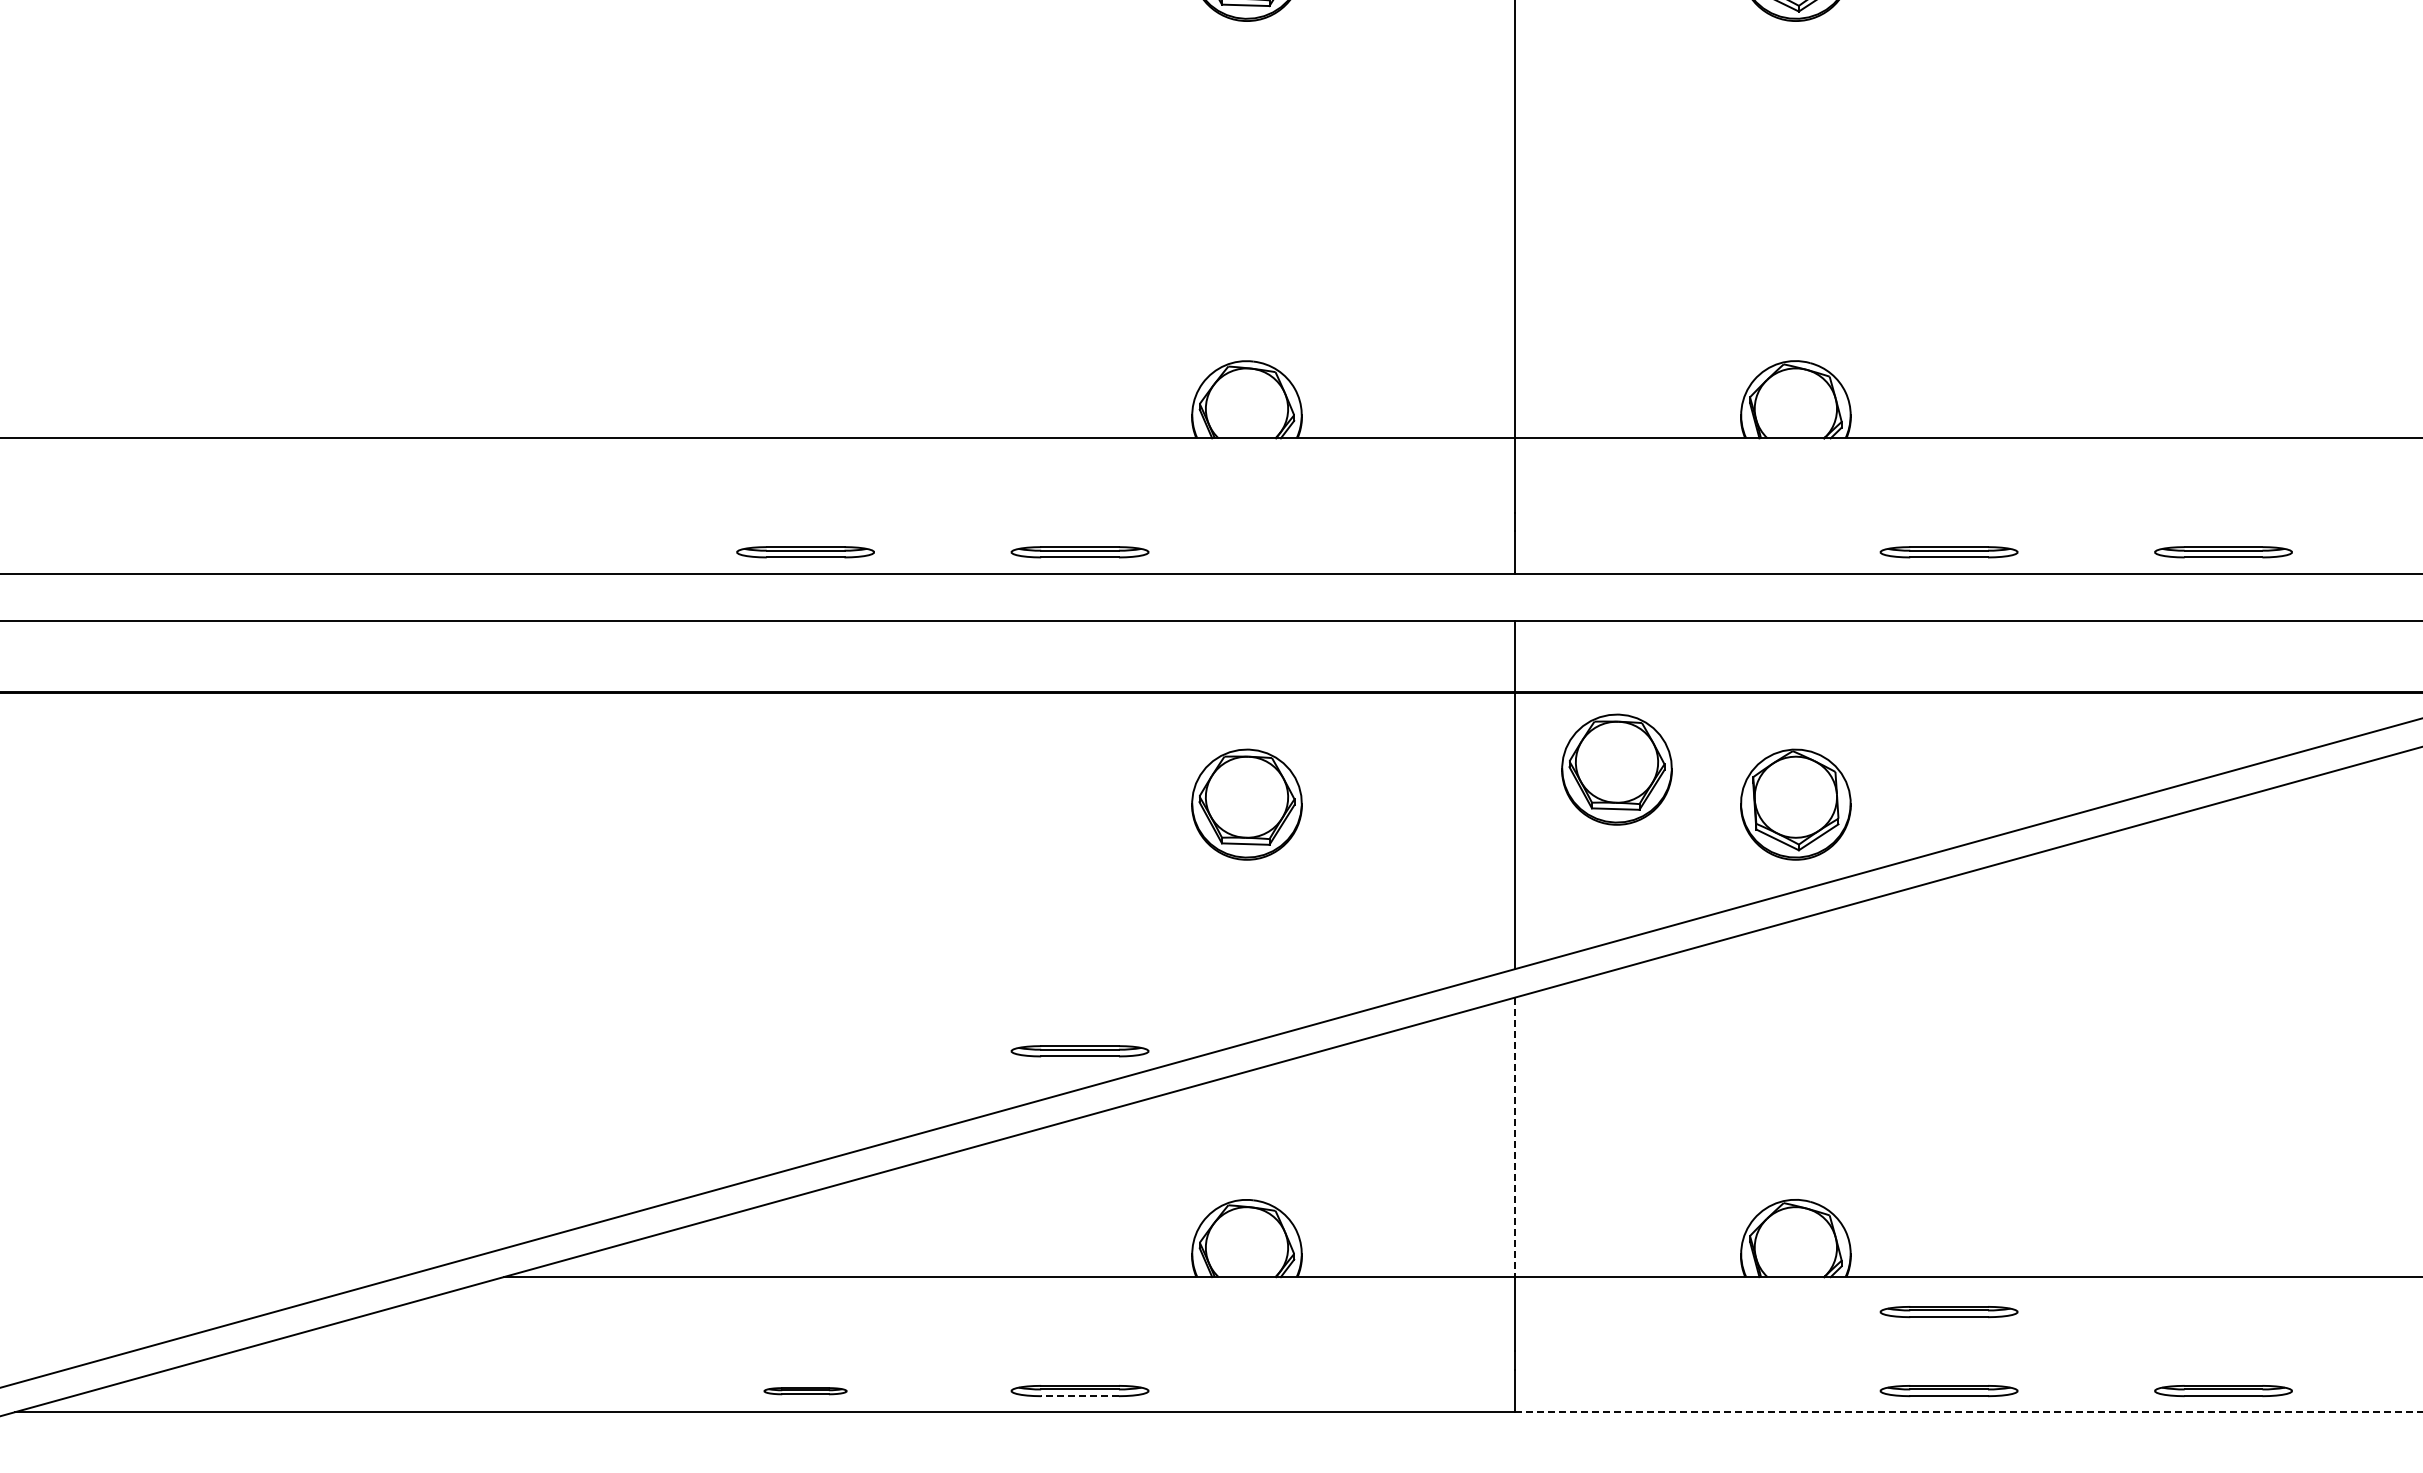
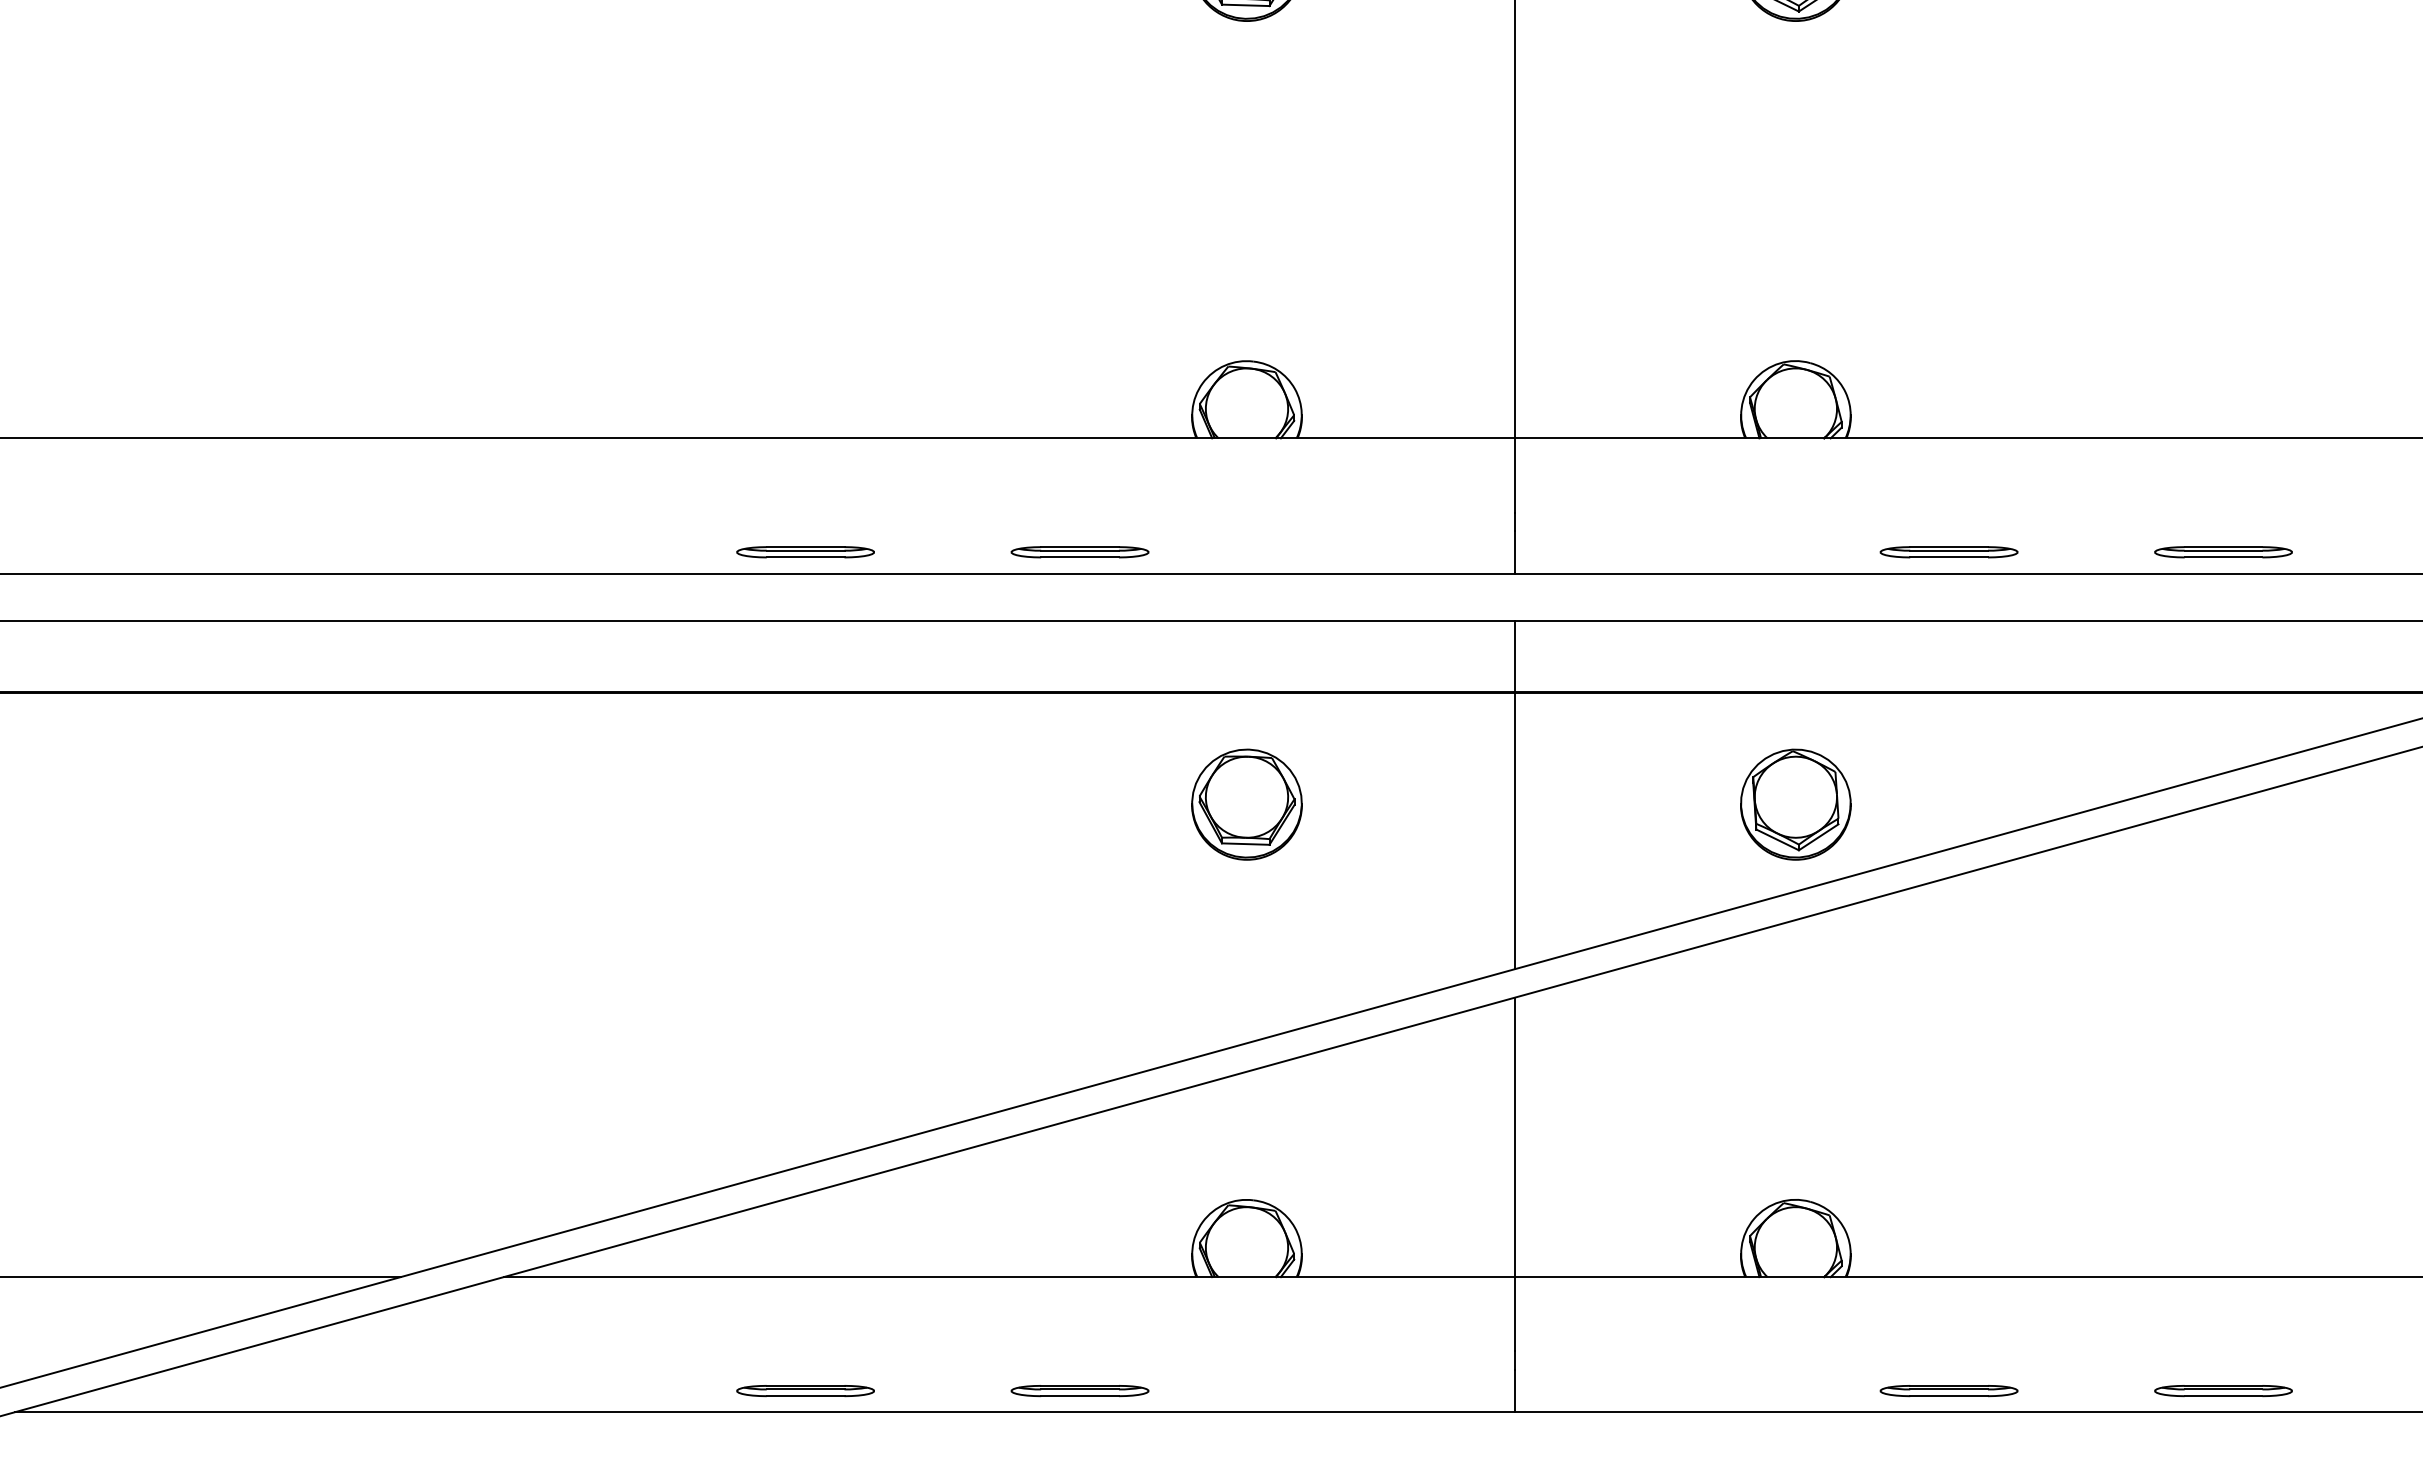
part at (1616, 769): present -> none
part at (1079, 1051): present -> none
line at (1514, 1137): dashed -> solid
line at (201, 1277): none -> present
part at (1948, 1312): present -> none
part at (805, 1391) size: 85x9 px -> 139x13 px
line at (1080, 1396): dashed -> solid
line at (1968, 1412): dashed -> solid
